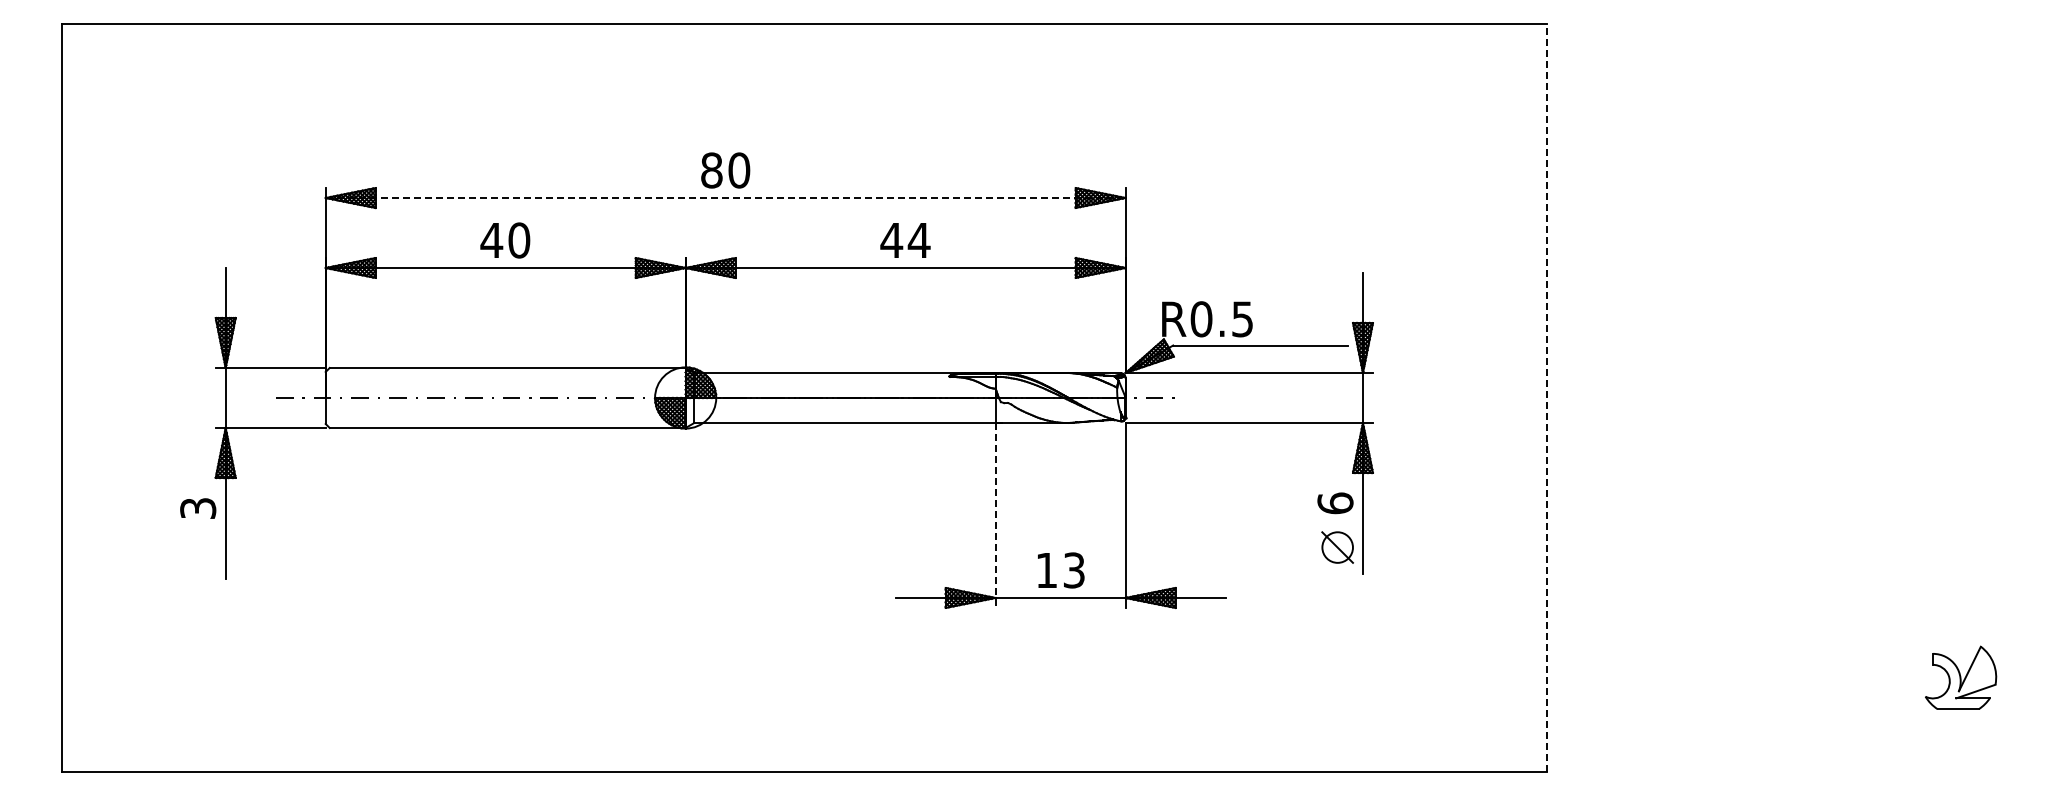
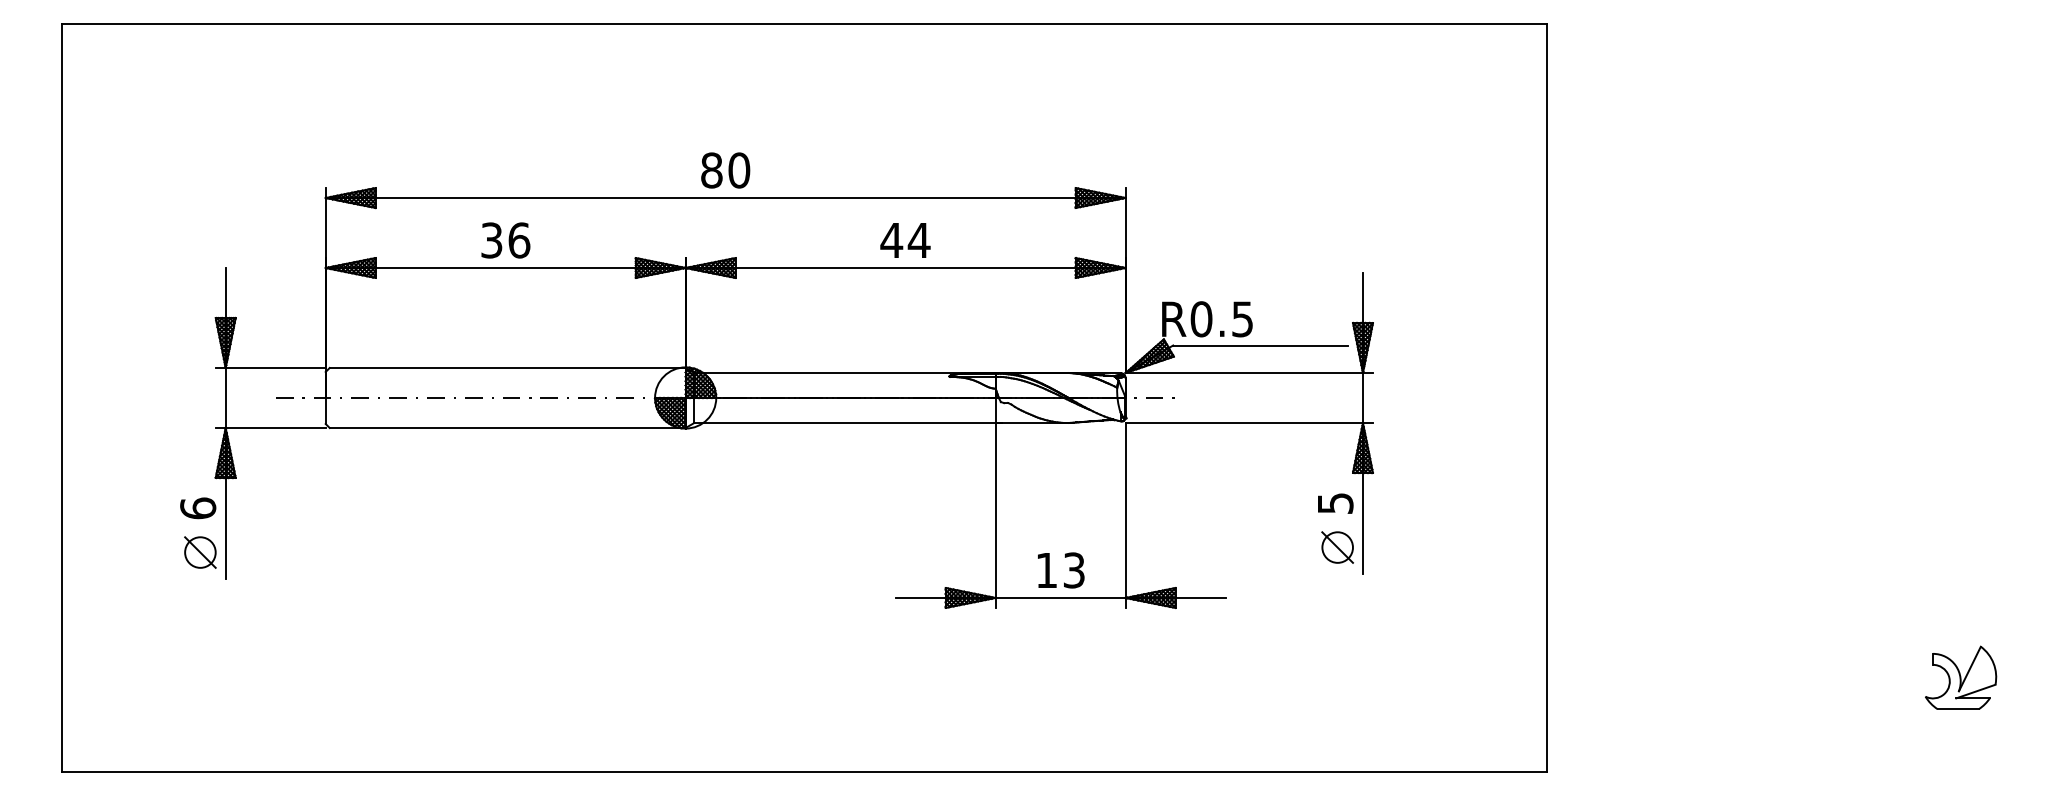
line at (725, 198): dashed -> solid
text at (505, 240): 40 -> 36
line at (1546, 398): dashed -> solid
text at (1335, 503): 6 -> 5
text at (198, 508): 3 -> 6
line at (995, 515): dashed -> solid
part at (200, 552): none -> present
